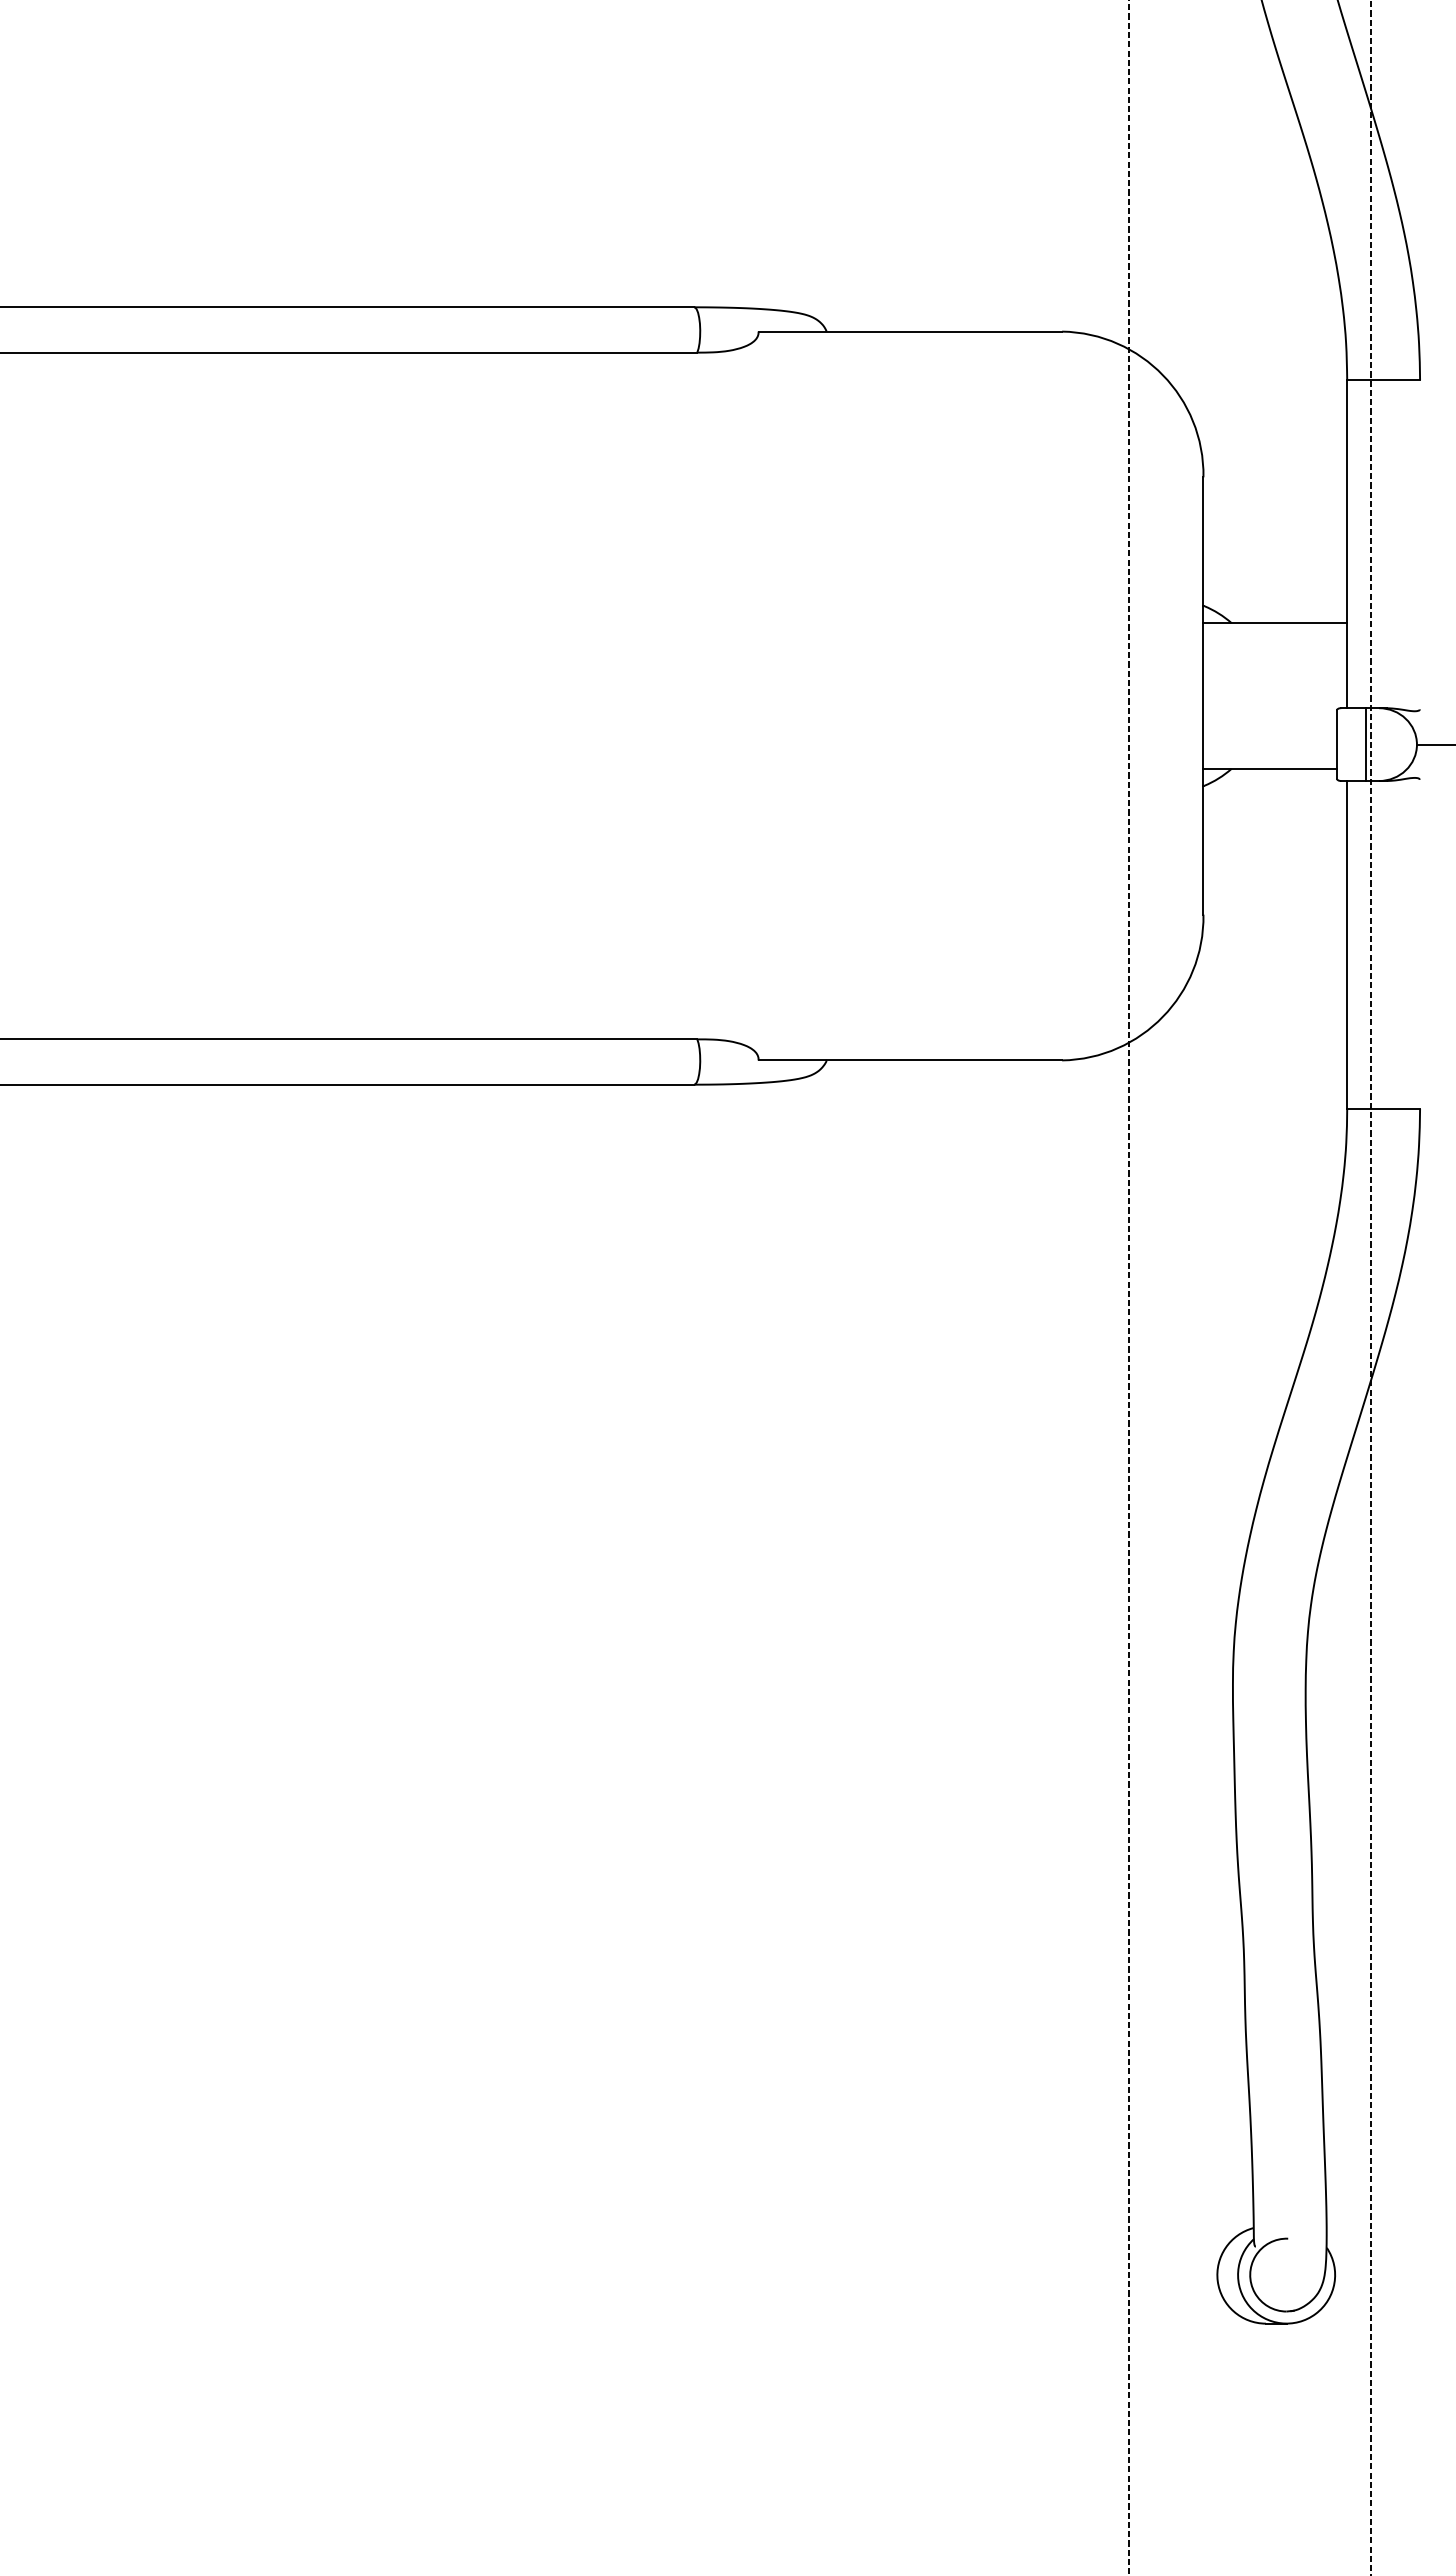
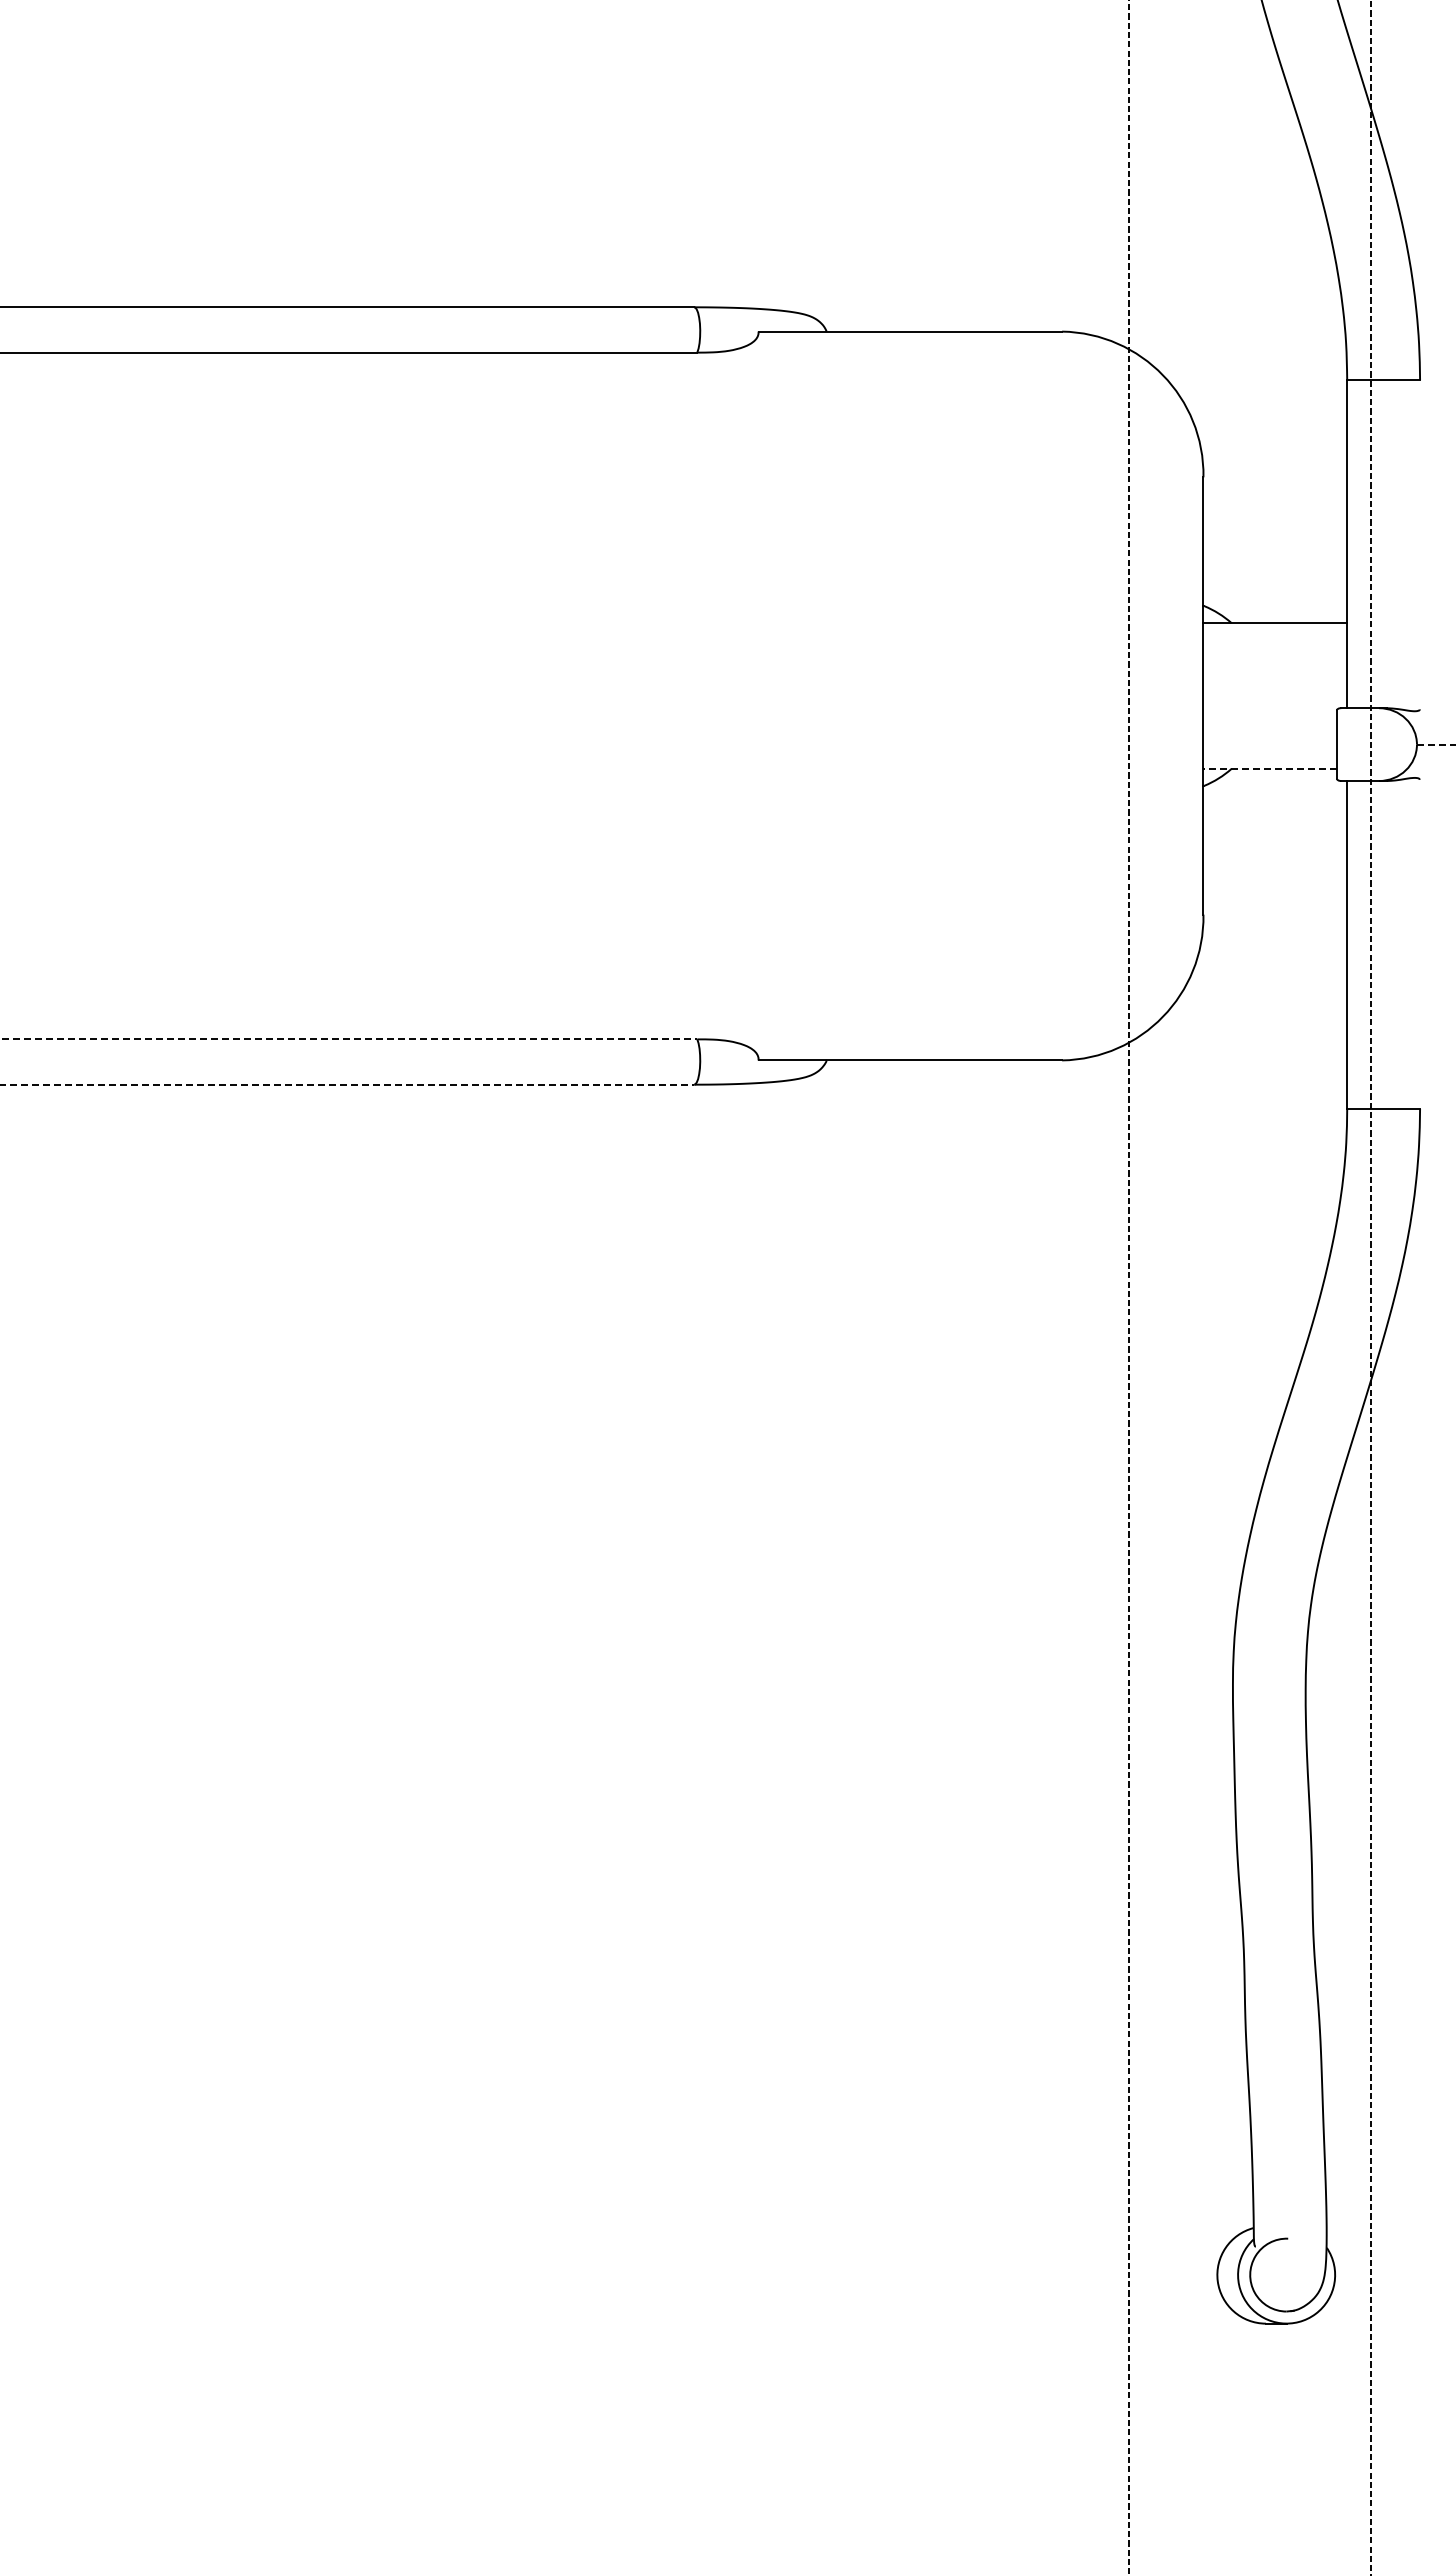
line at (1366, 744): present -> none
line at (1436, 744): solid -> dashed
line at (1270, 768): solid -> dashed
line at (349, 1039): solid -> dashed
line at (347, 1084): solid -> dashed
